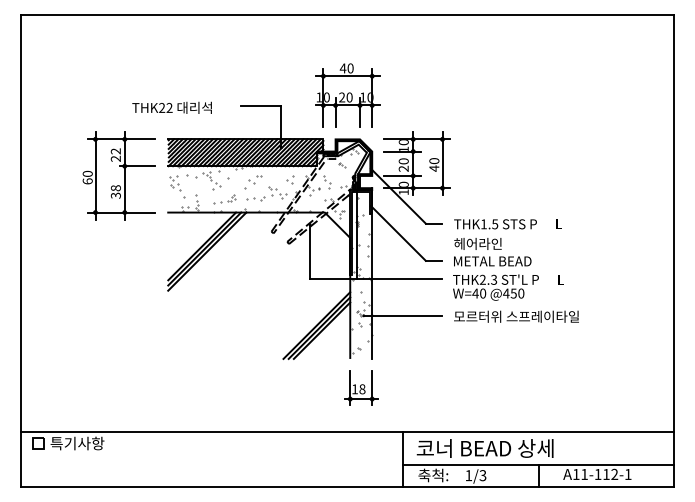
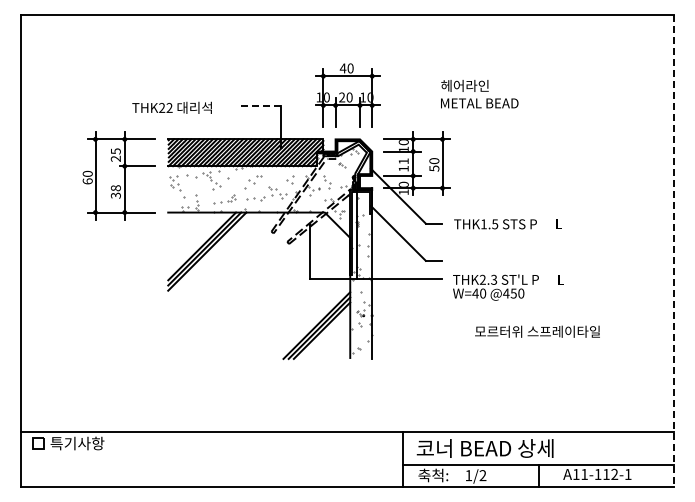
line at (261, 106): solid -> dashed
text at (115, 151): 22 -> 25
text at (403, 164): 20 -> 11
text at (434, 168): 40 -> 50
line at (674, 251): solid -> dashed
text at (492, 252) position: (492, 252) -> (479, 94)
line at (402, 315): present -> none
text at (516, 316) position: (516, 316) -> (537, 331)
part at (361, 387): present -> none
text at (482, 475): 1/3 -> 1/2
